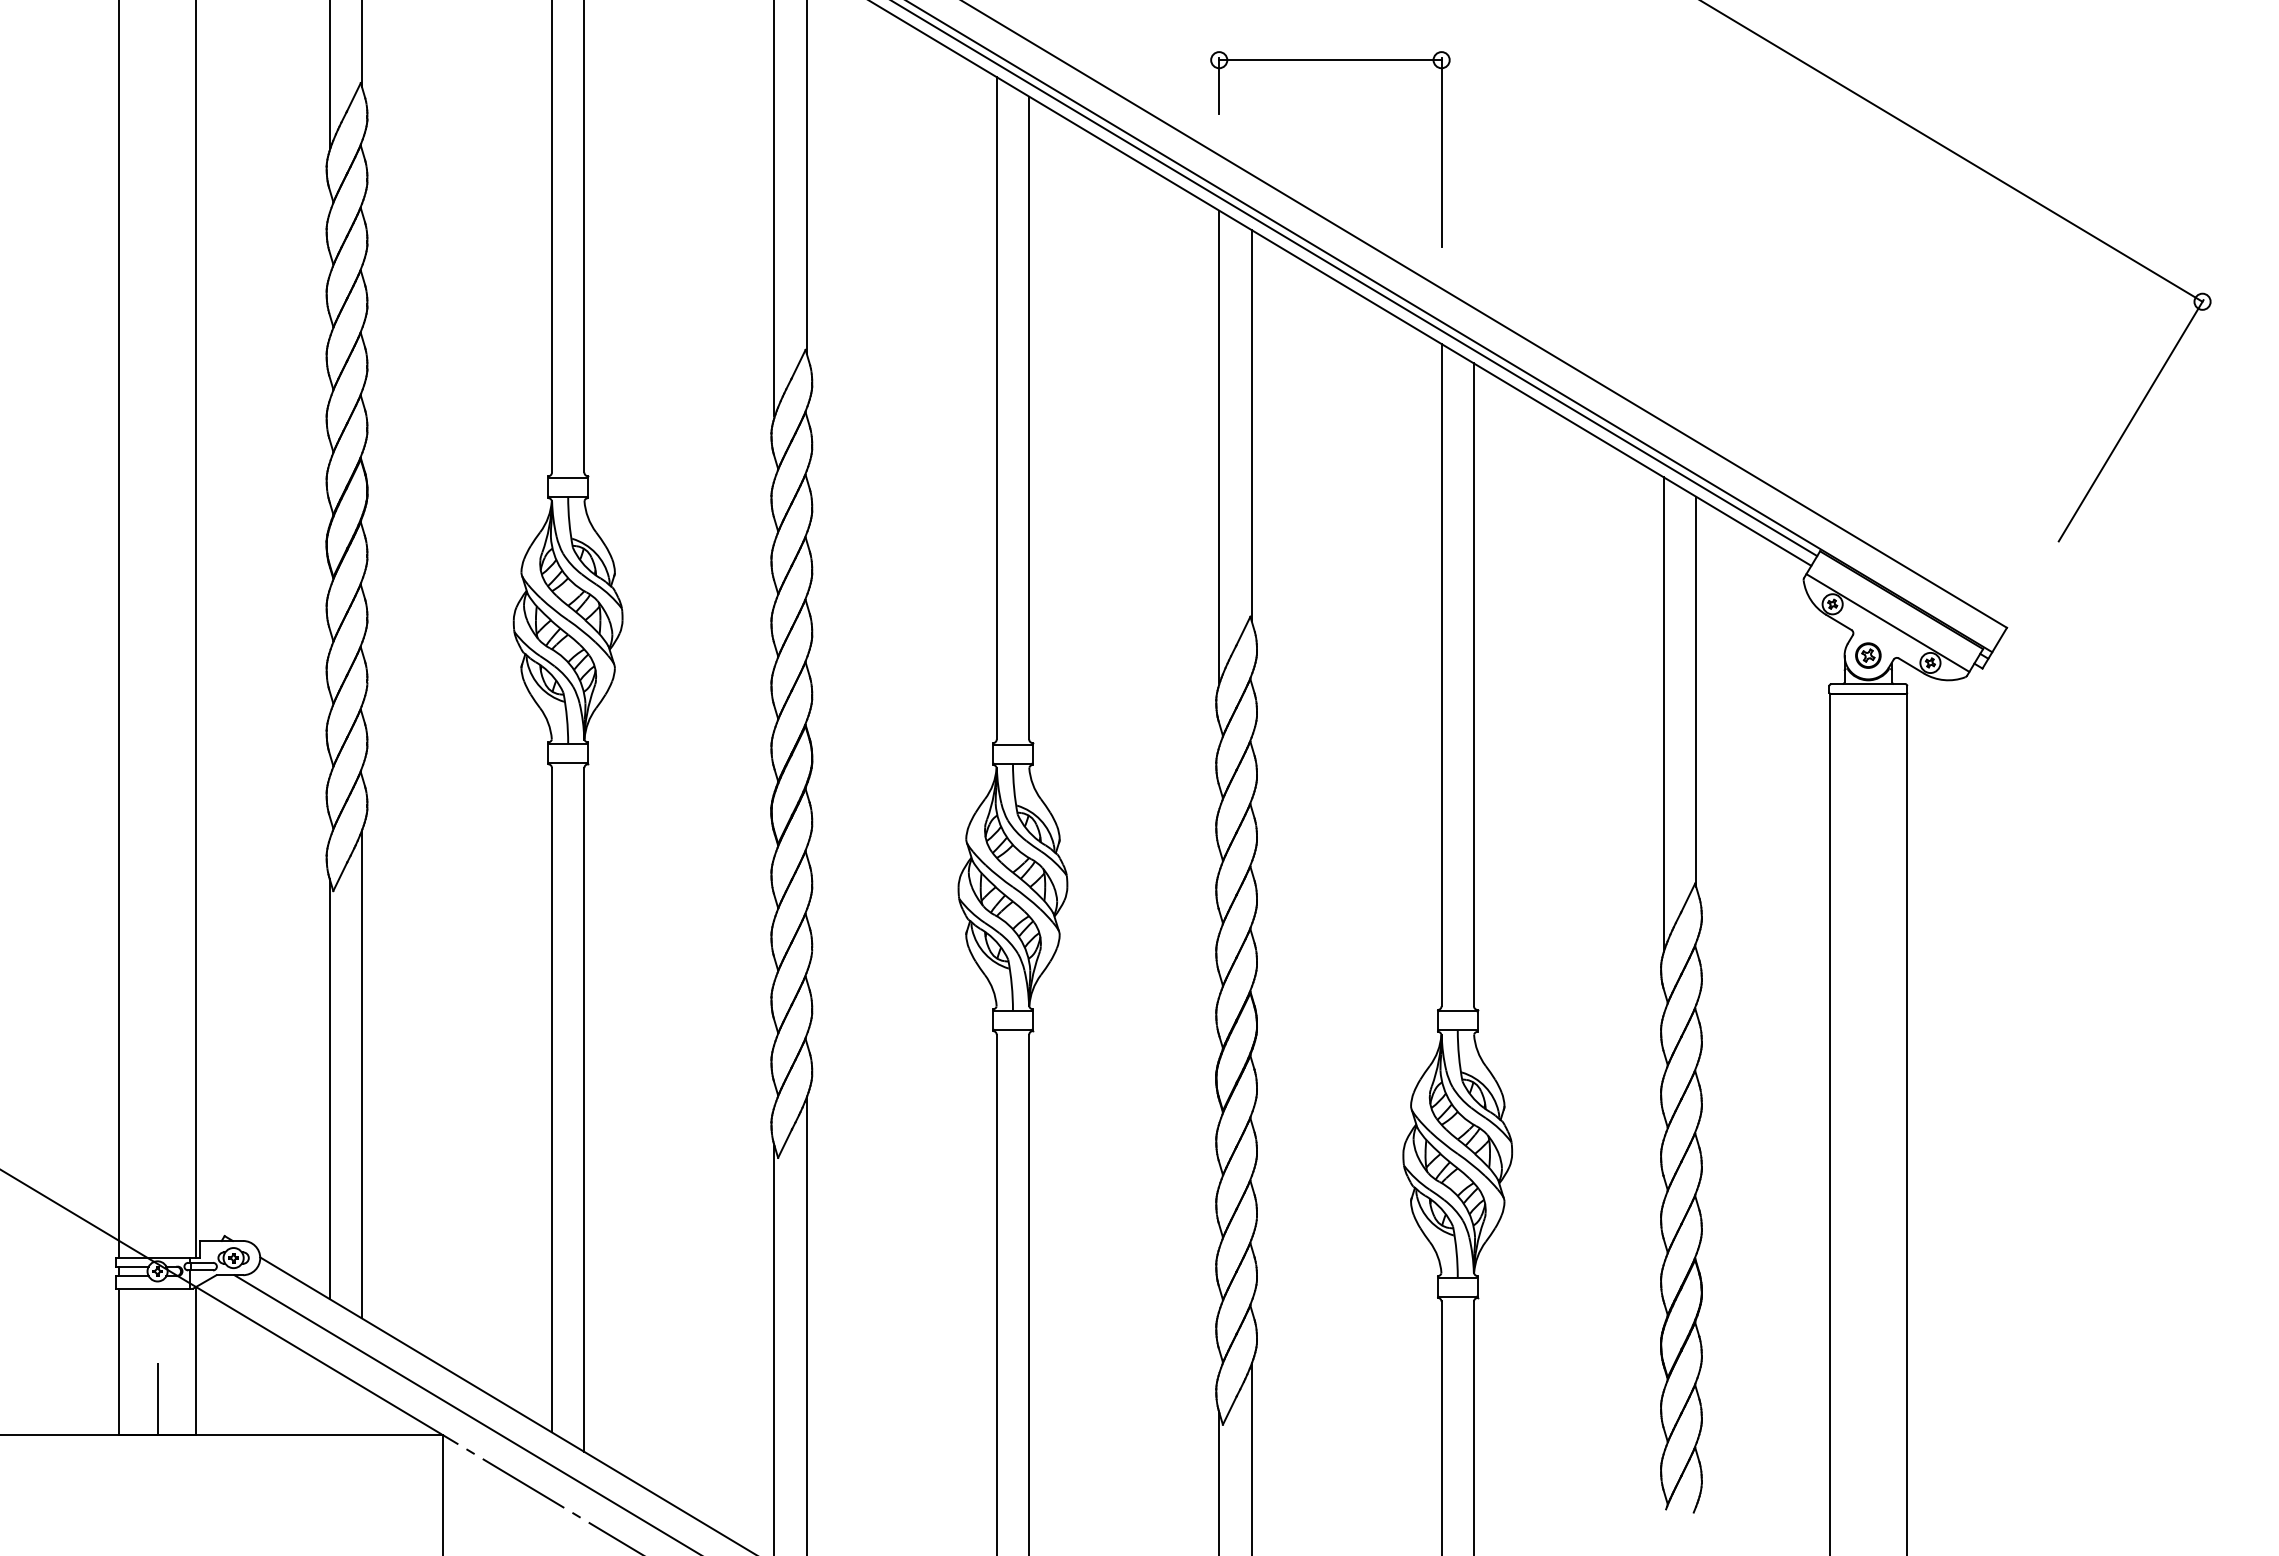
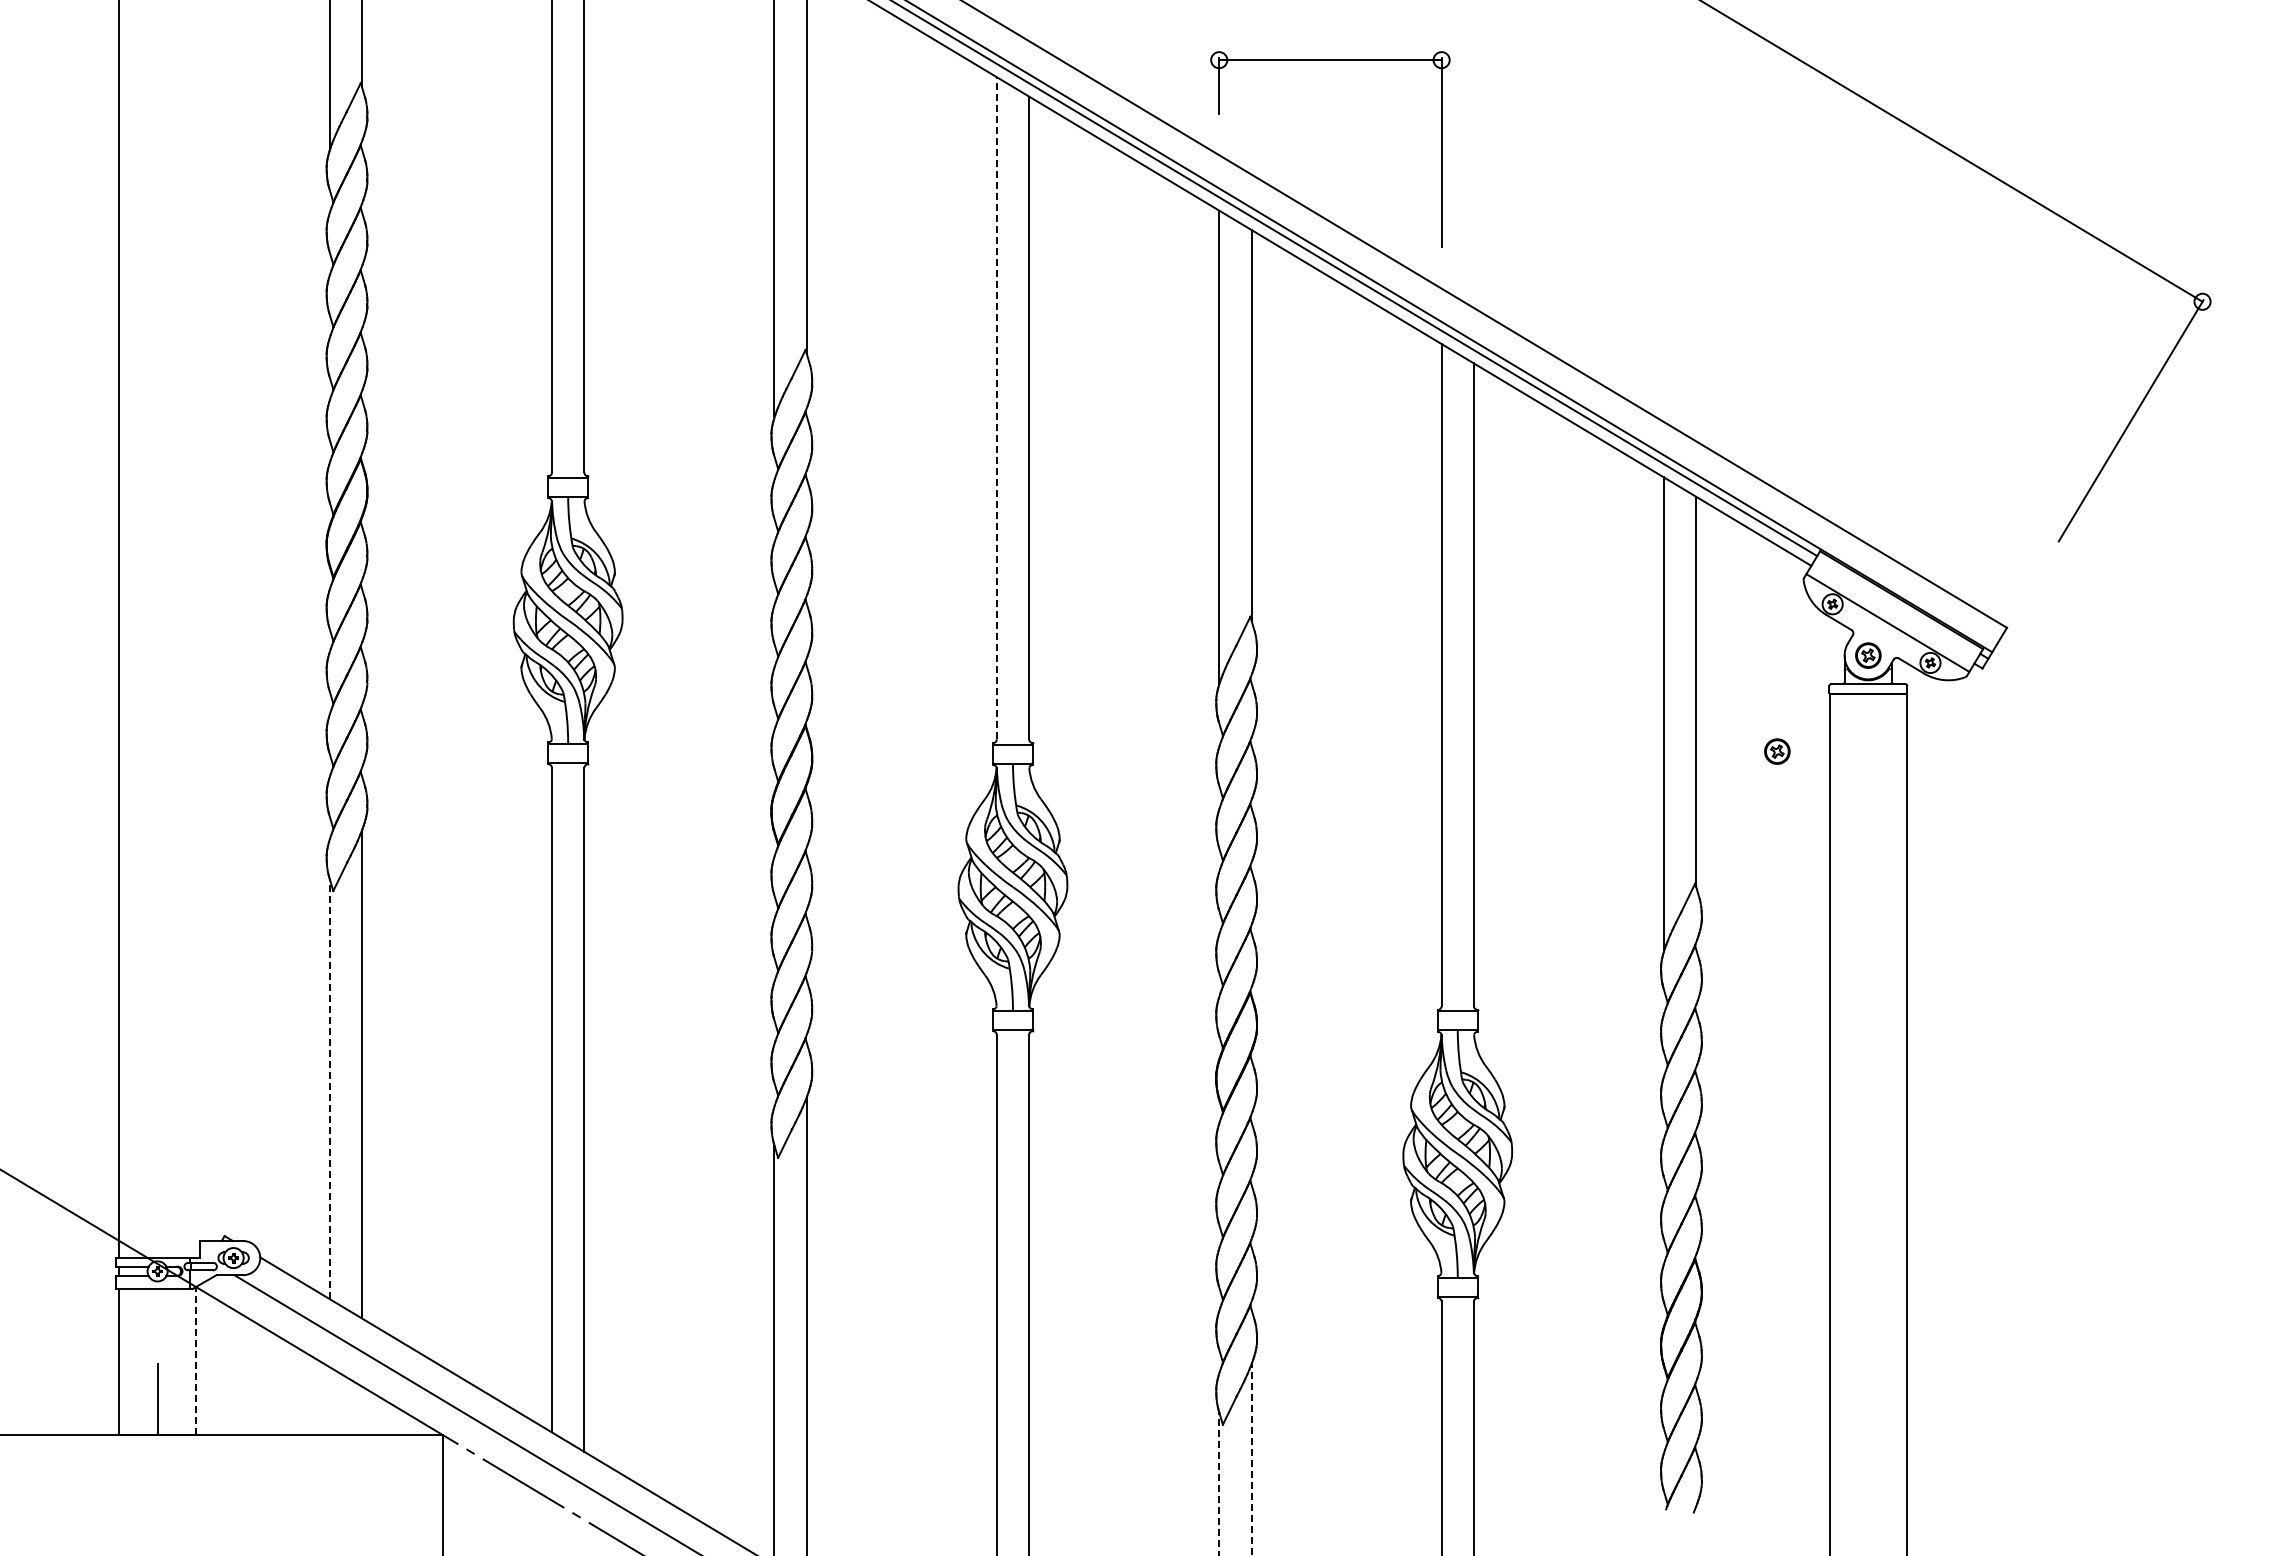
line at (996, 407): solid -> dashed
line at (196, 630): present -> none
part at (1777, 751): none -> present
line at (329, 1088): solid -> dashed
line at (196, 1360): solid -> dashed
line at (1251, 1459): solid -> dashed
line at (1219, 1483): solid -> dashed
